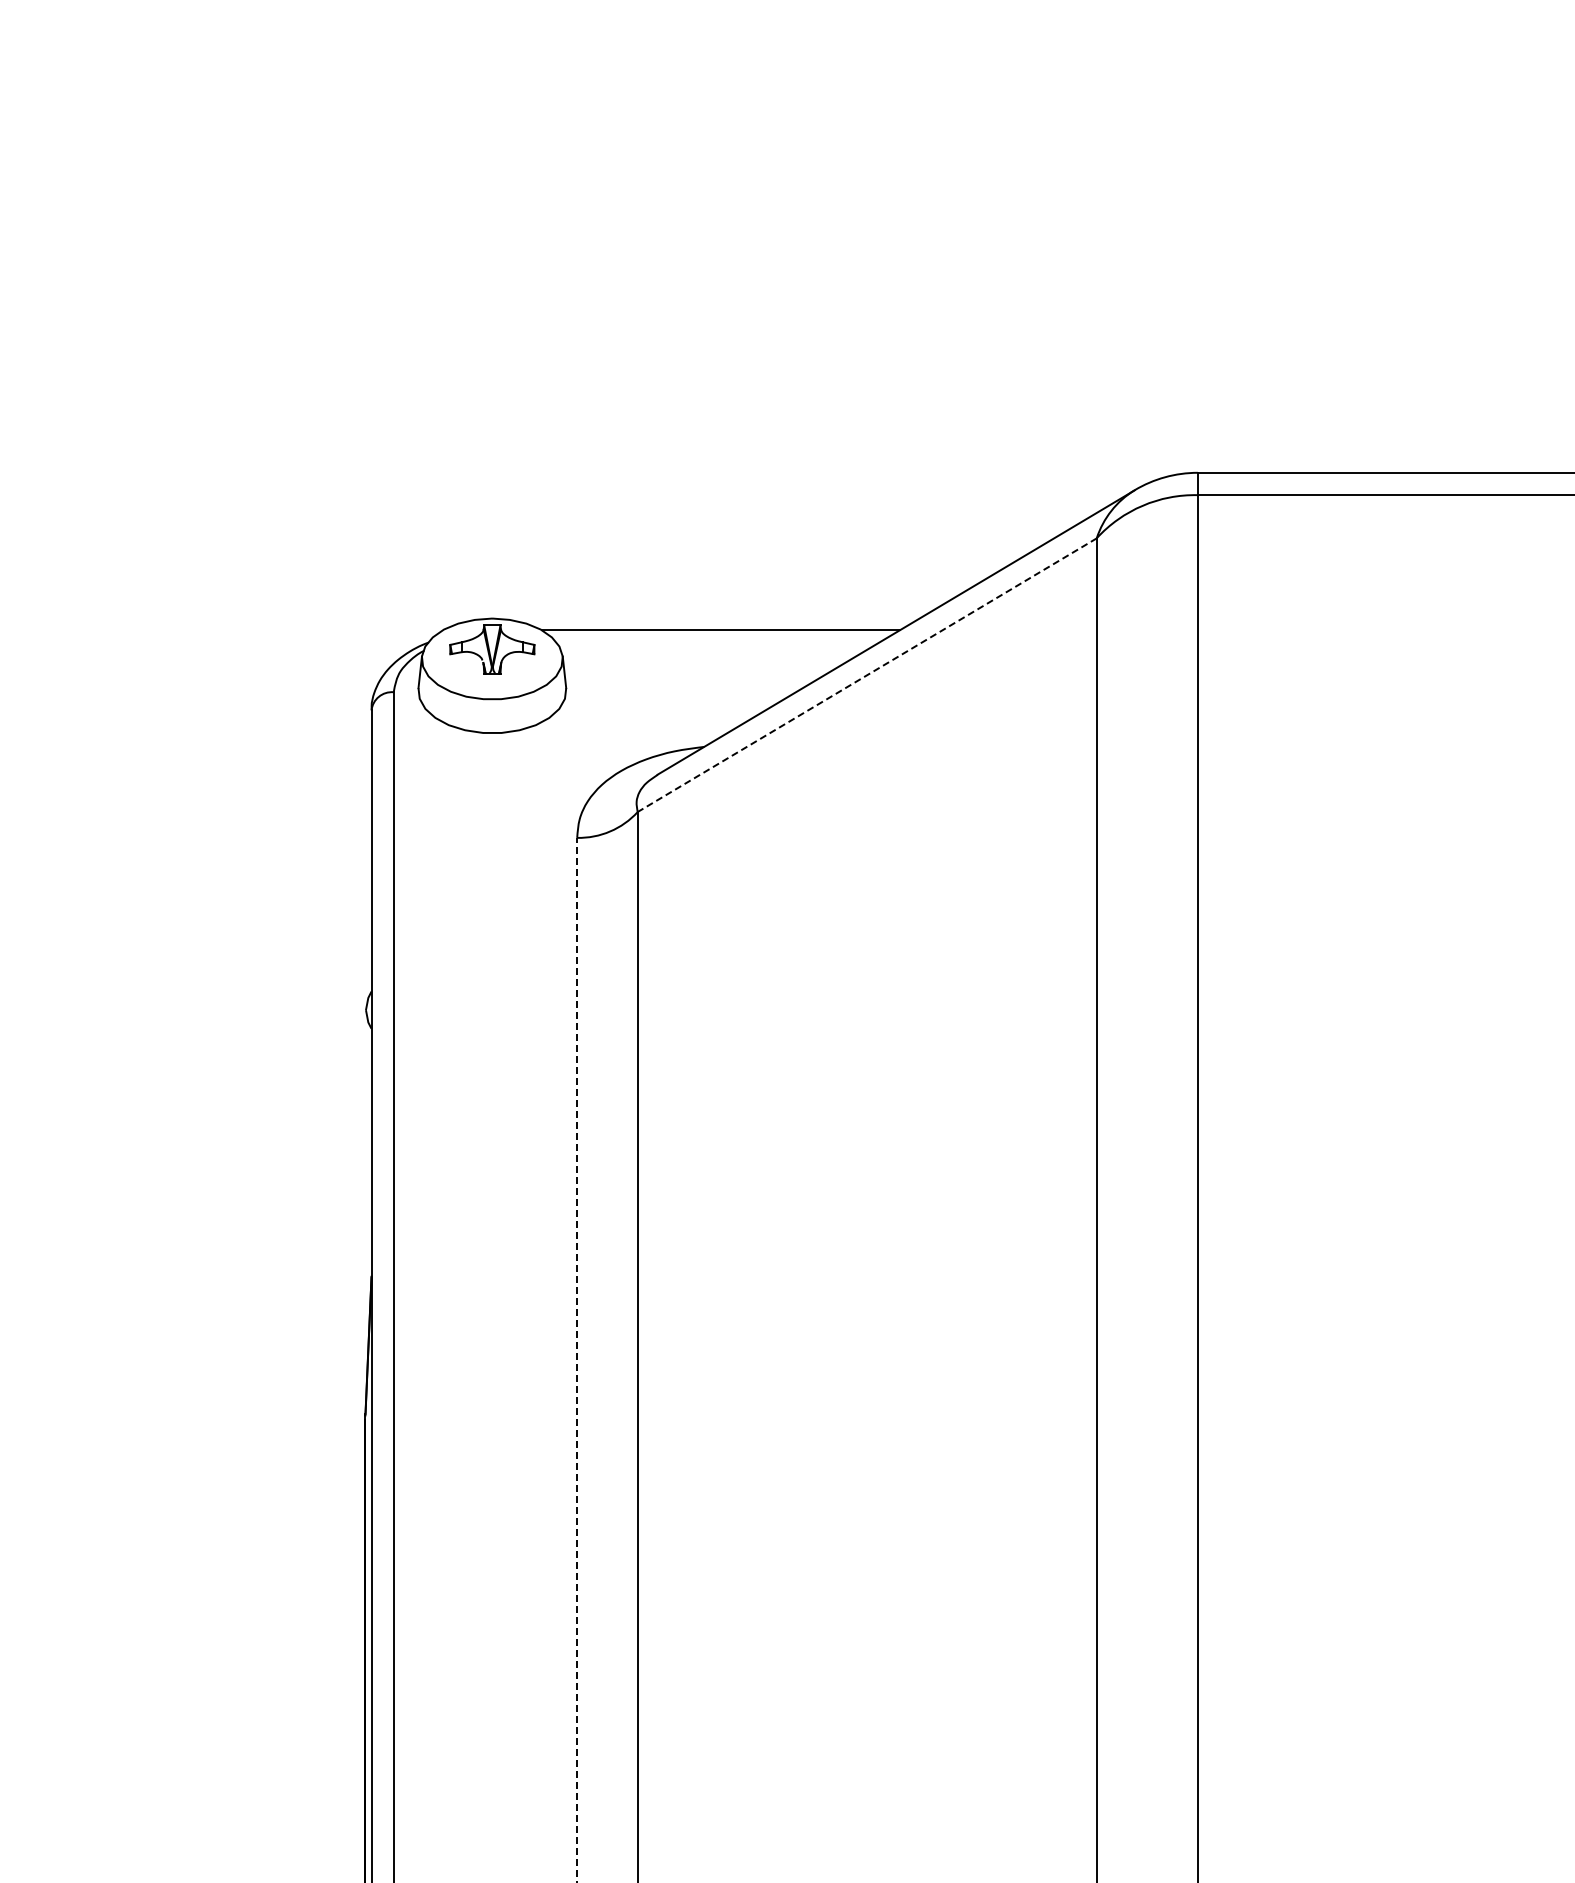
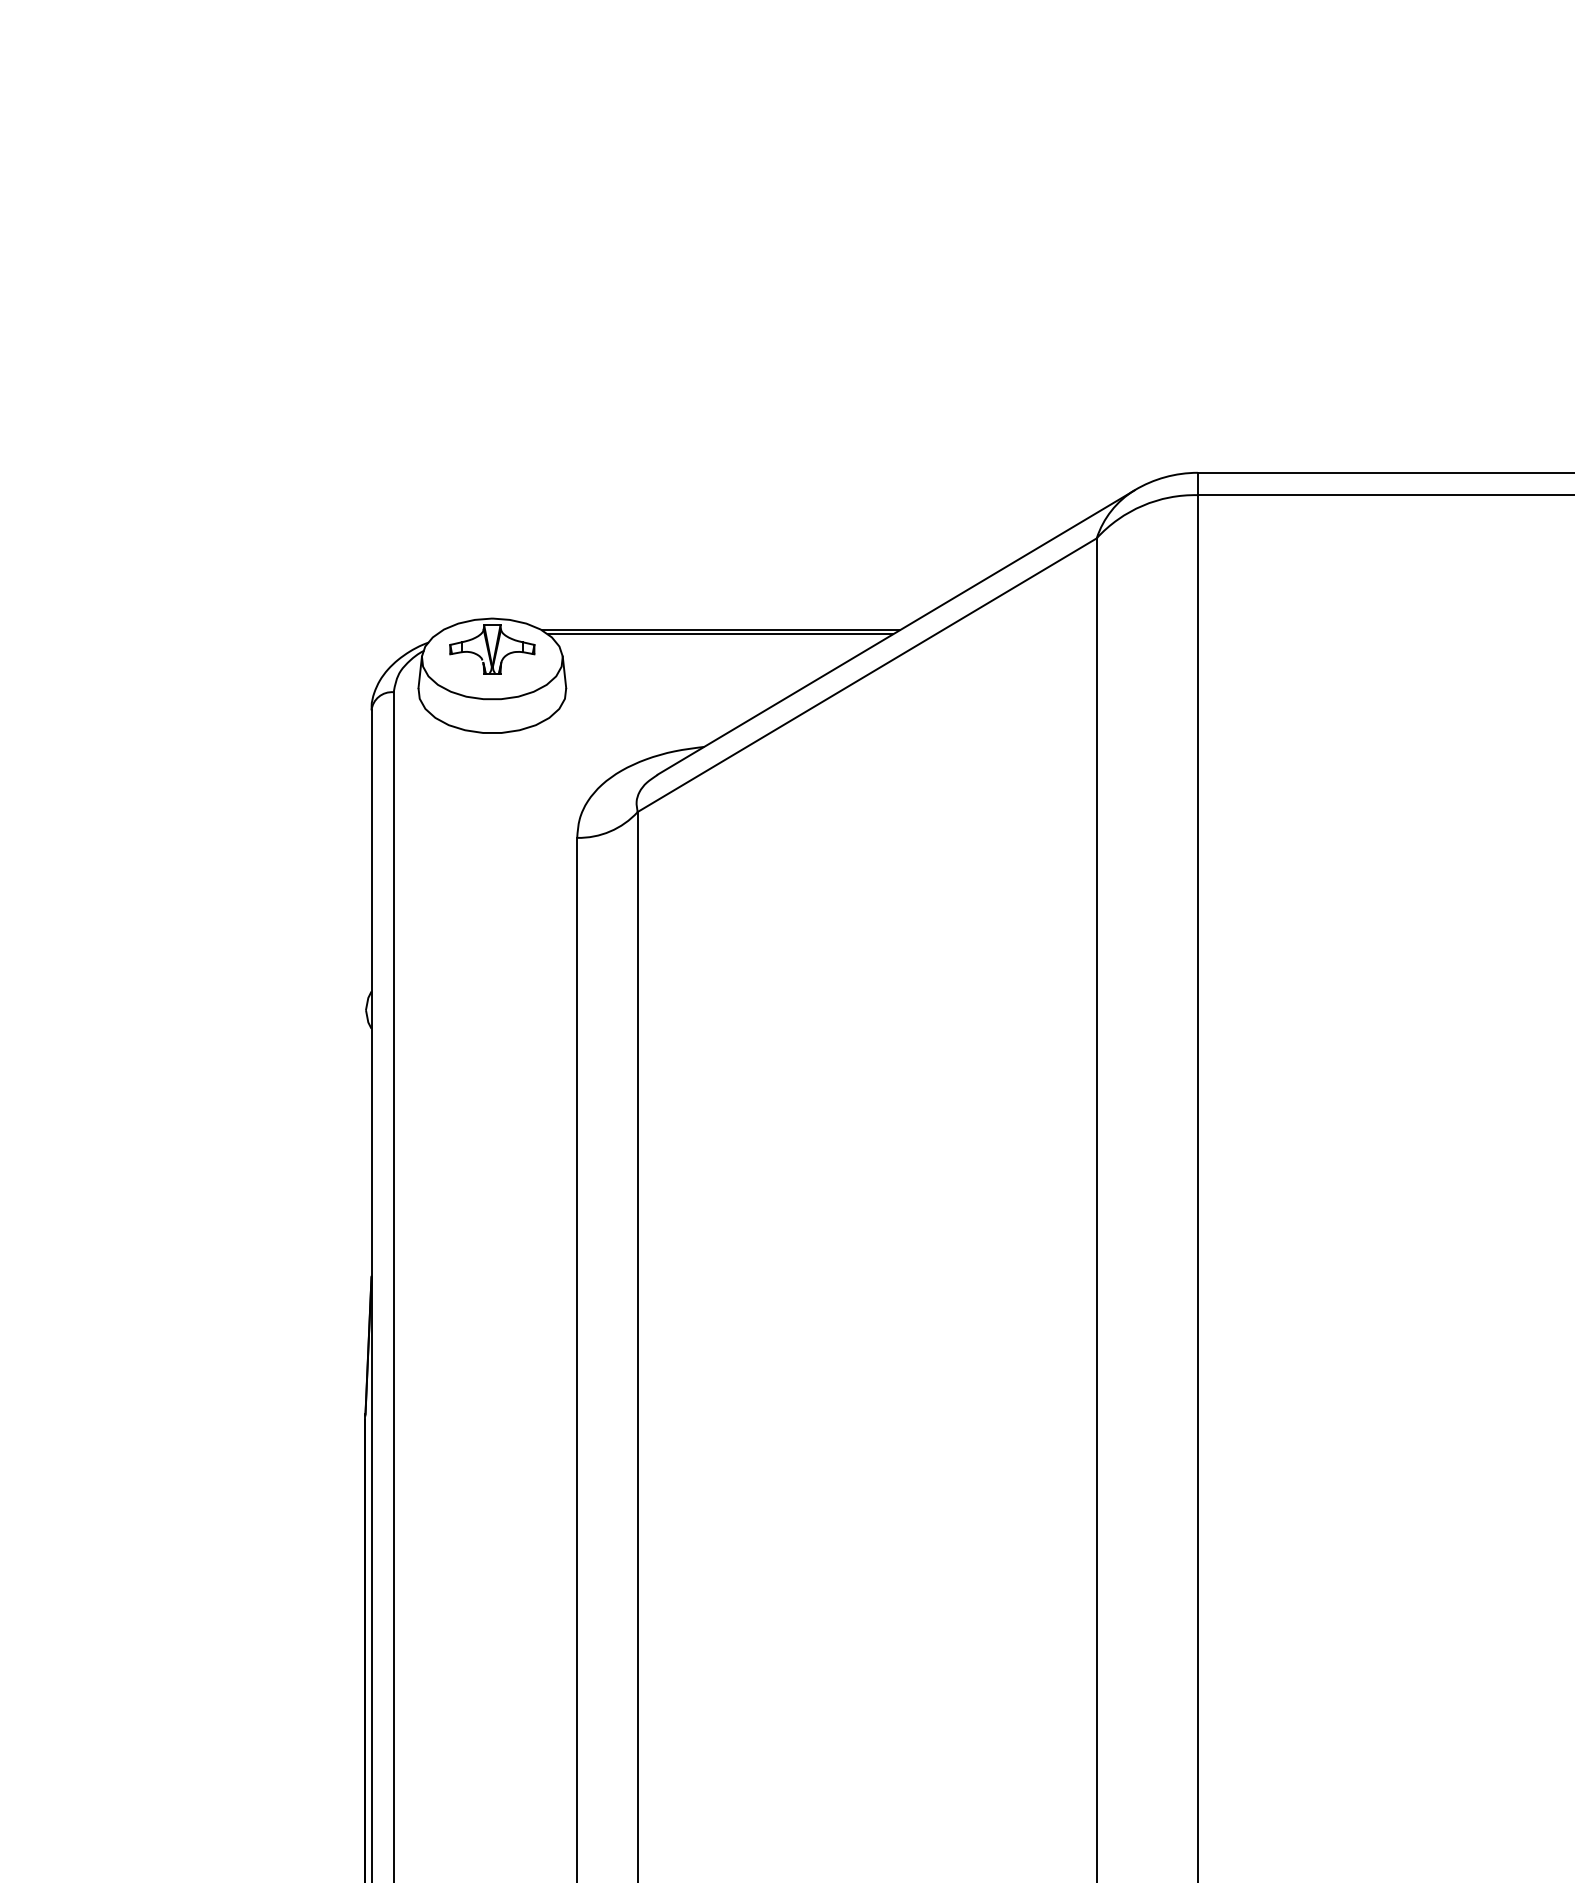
line at (720, 634): none -> present
line at (866, 675): dashed -> solid
line at (577, 1359): dashed -> solid
